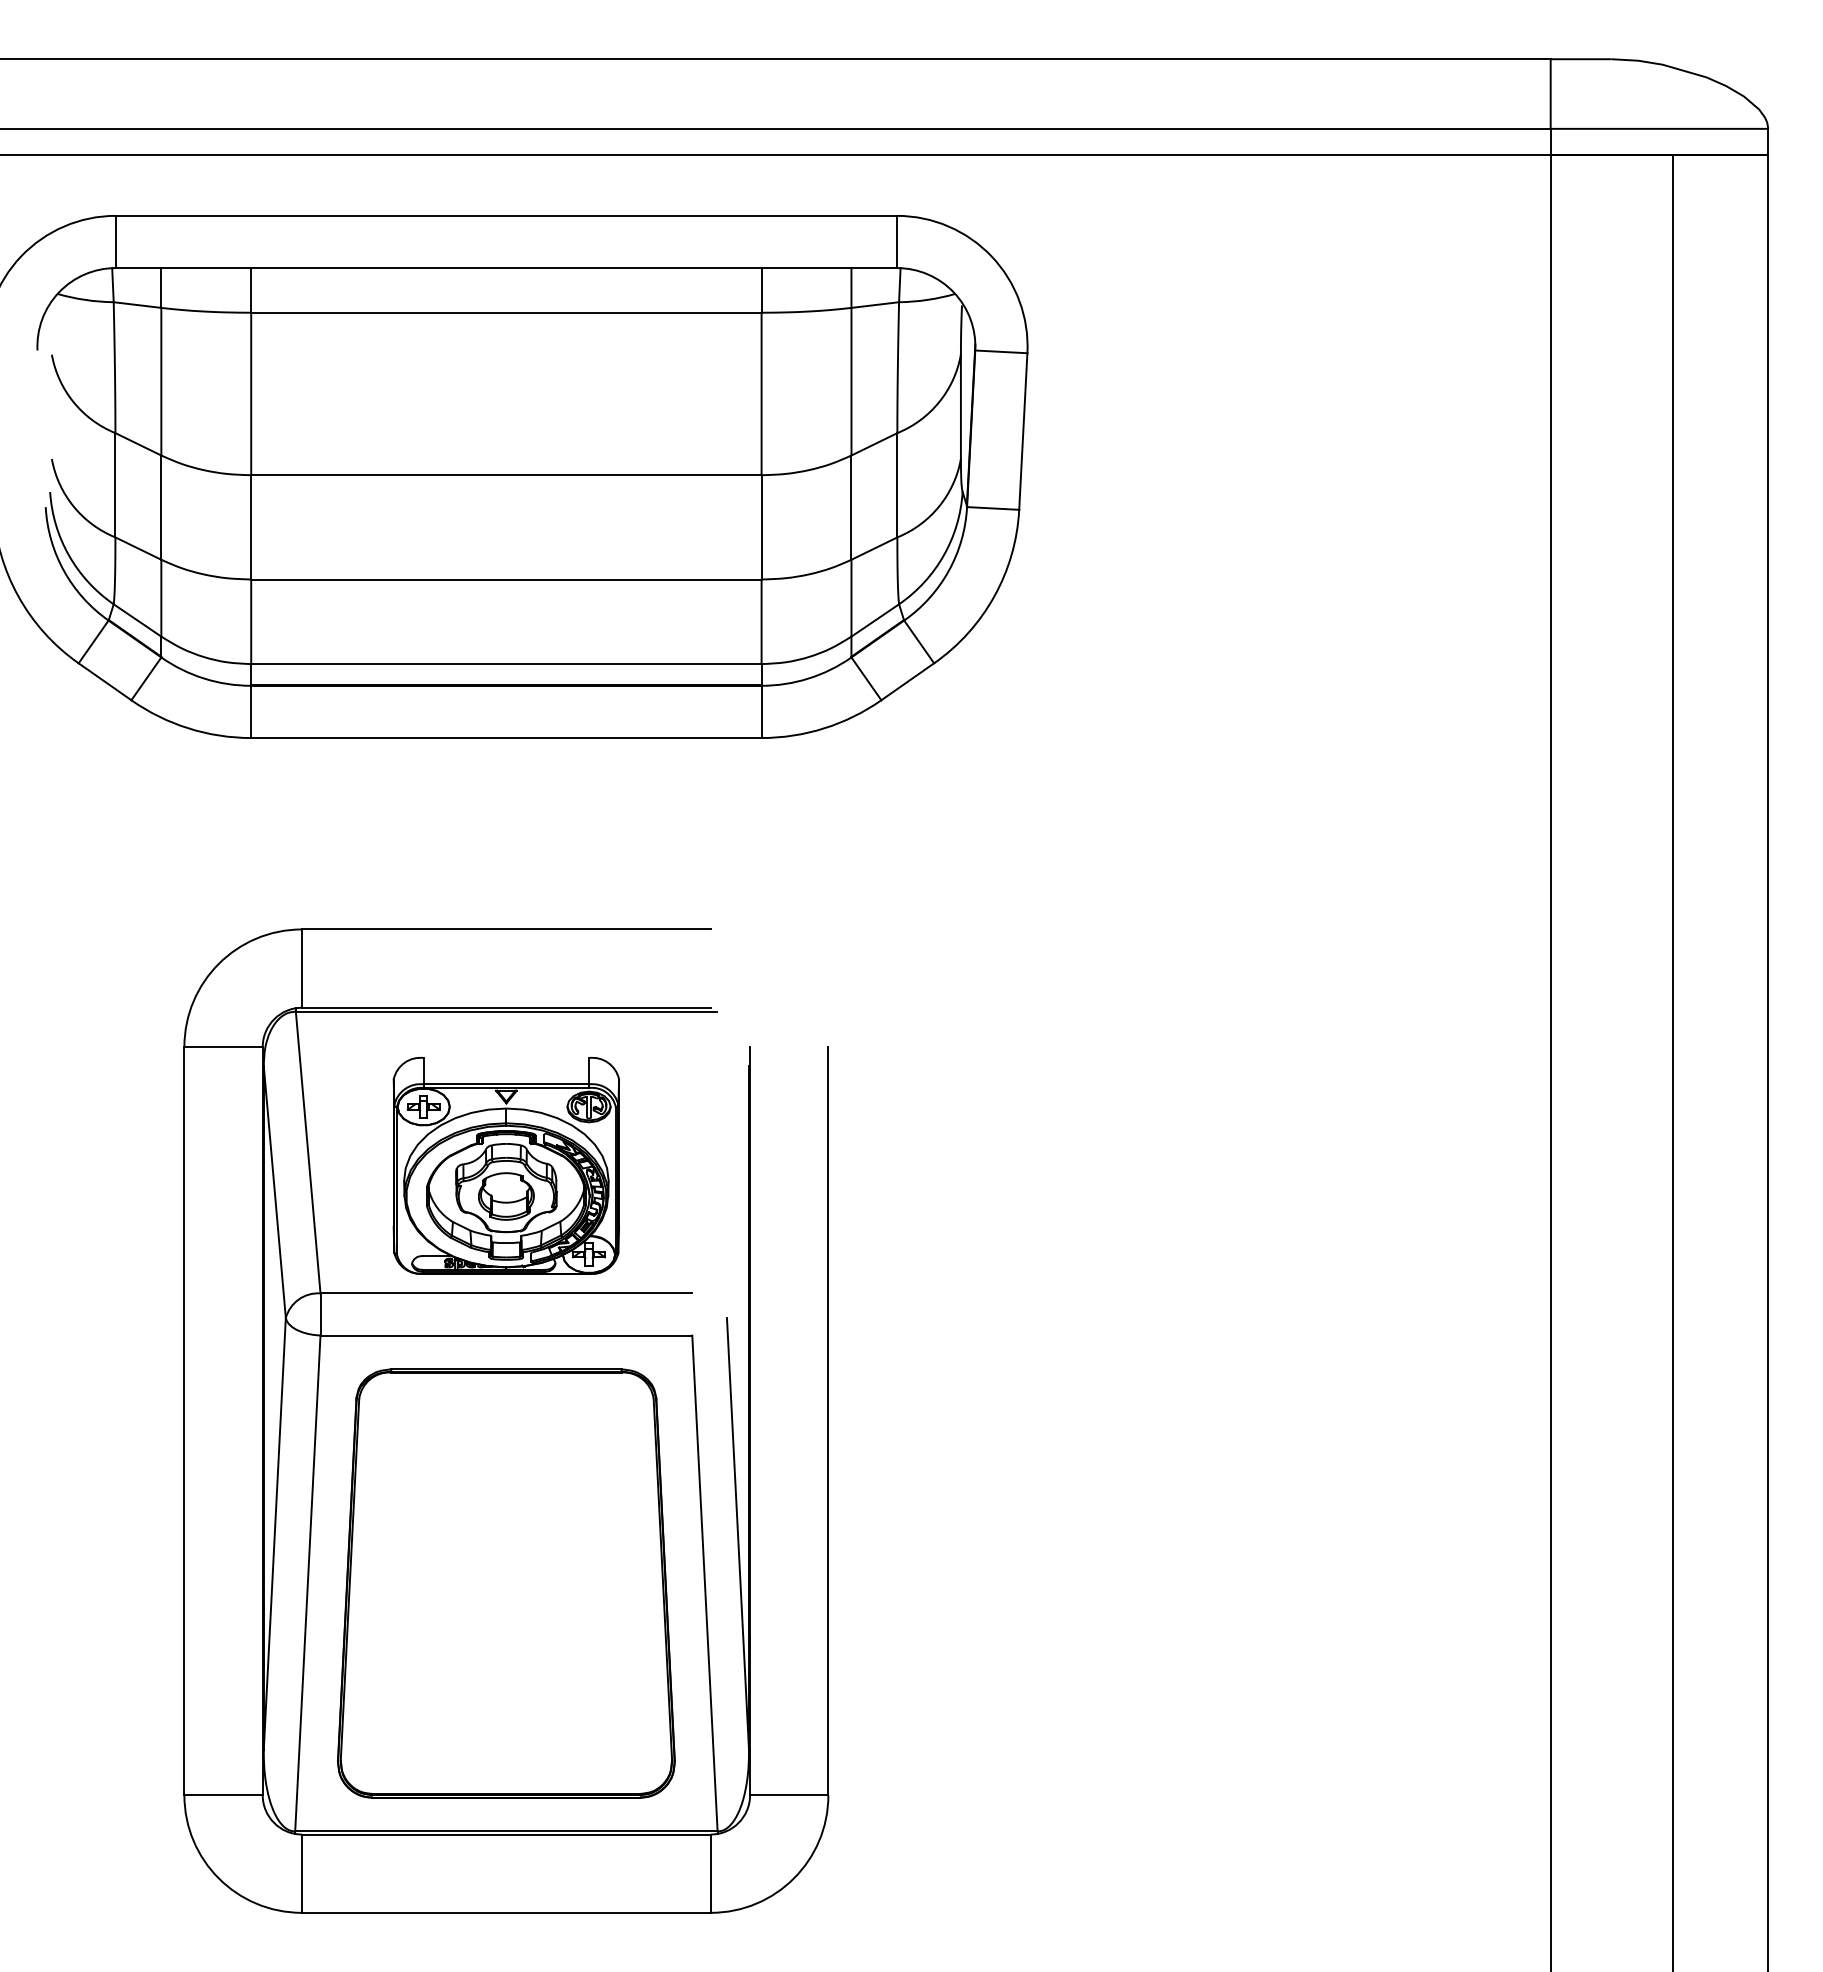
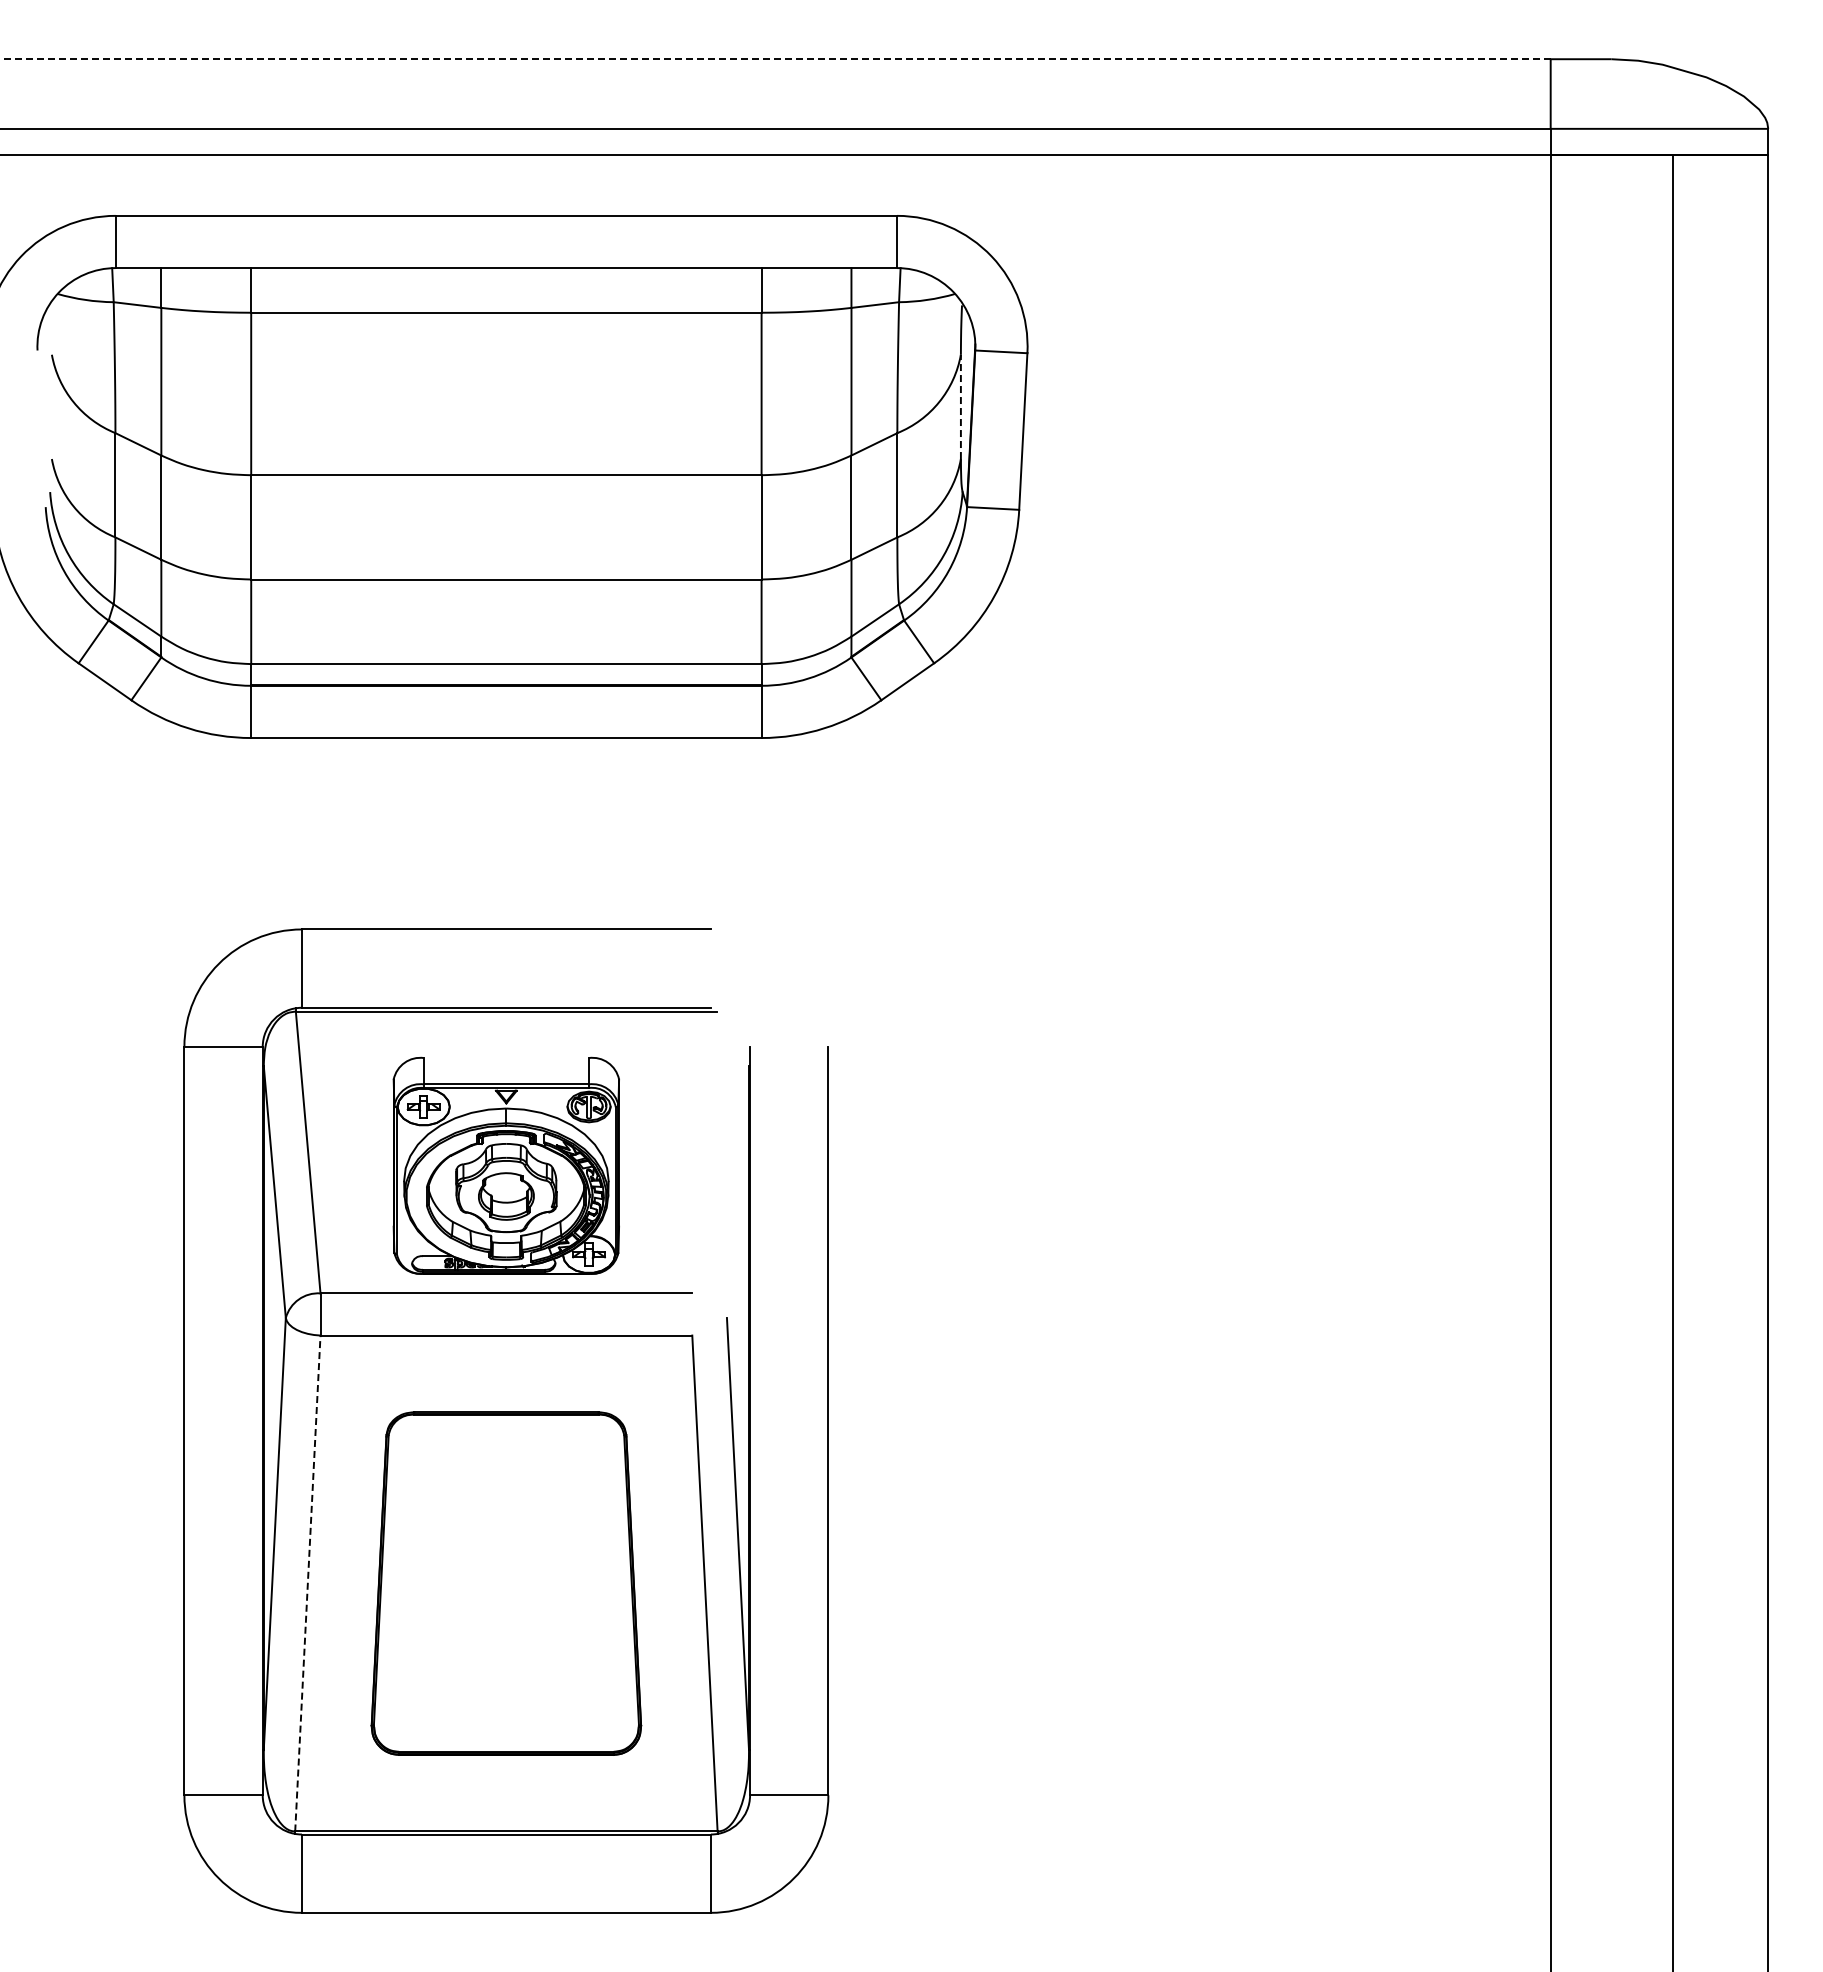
line at (774, 59): solid -> dashed
line at (960, 406): solid -> dashed
line at (307, 1583): solid -> dashed
part at (506, 1583) size: 339x431 px -> 273x345 px
